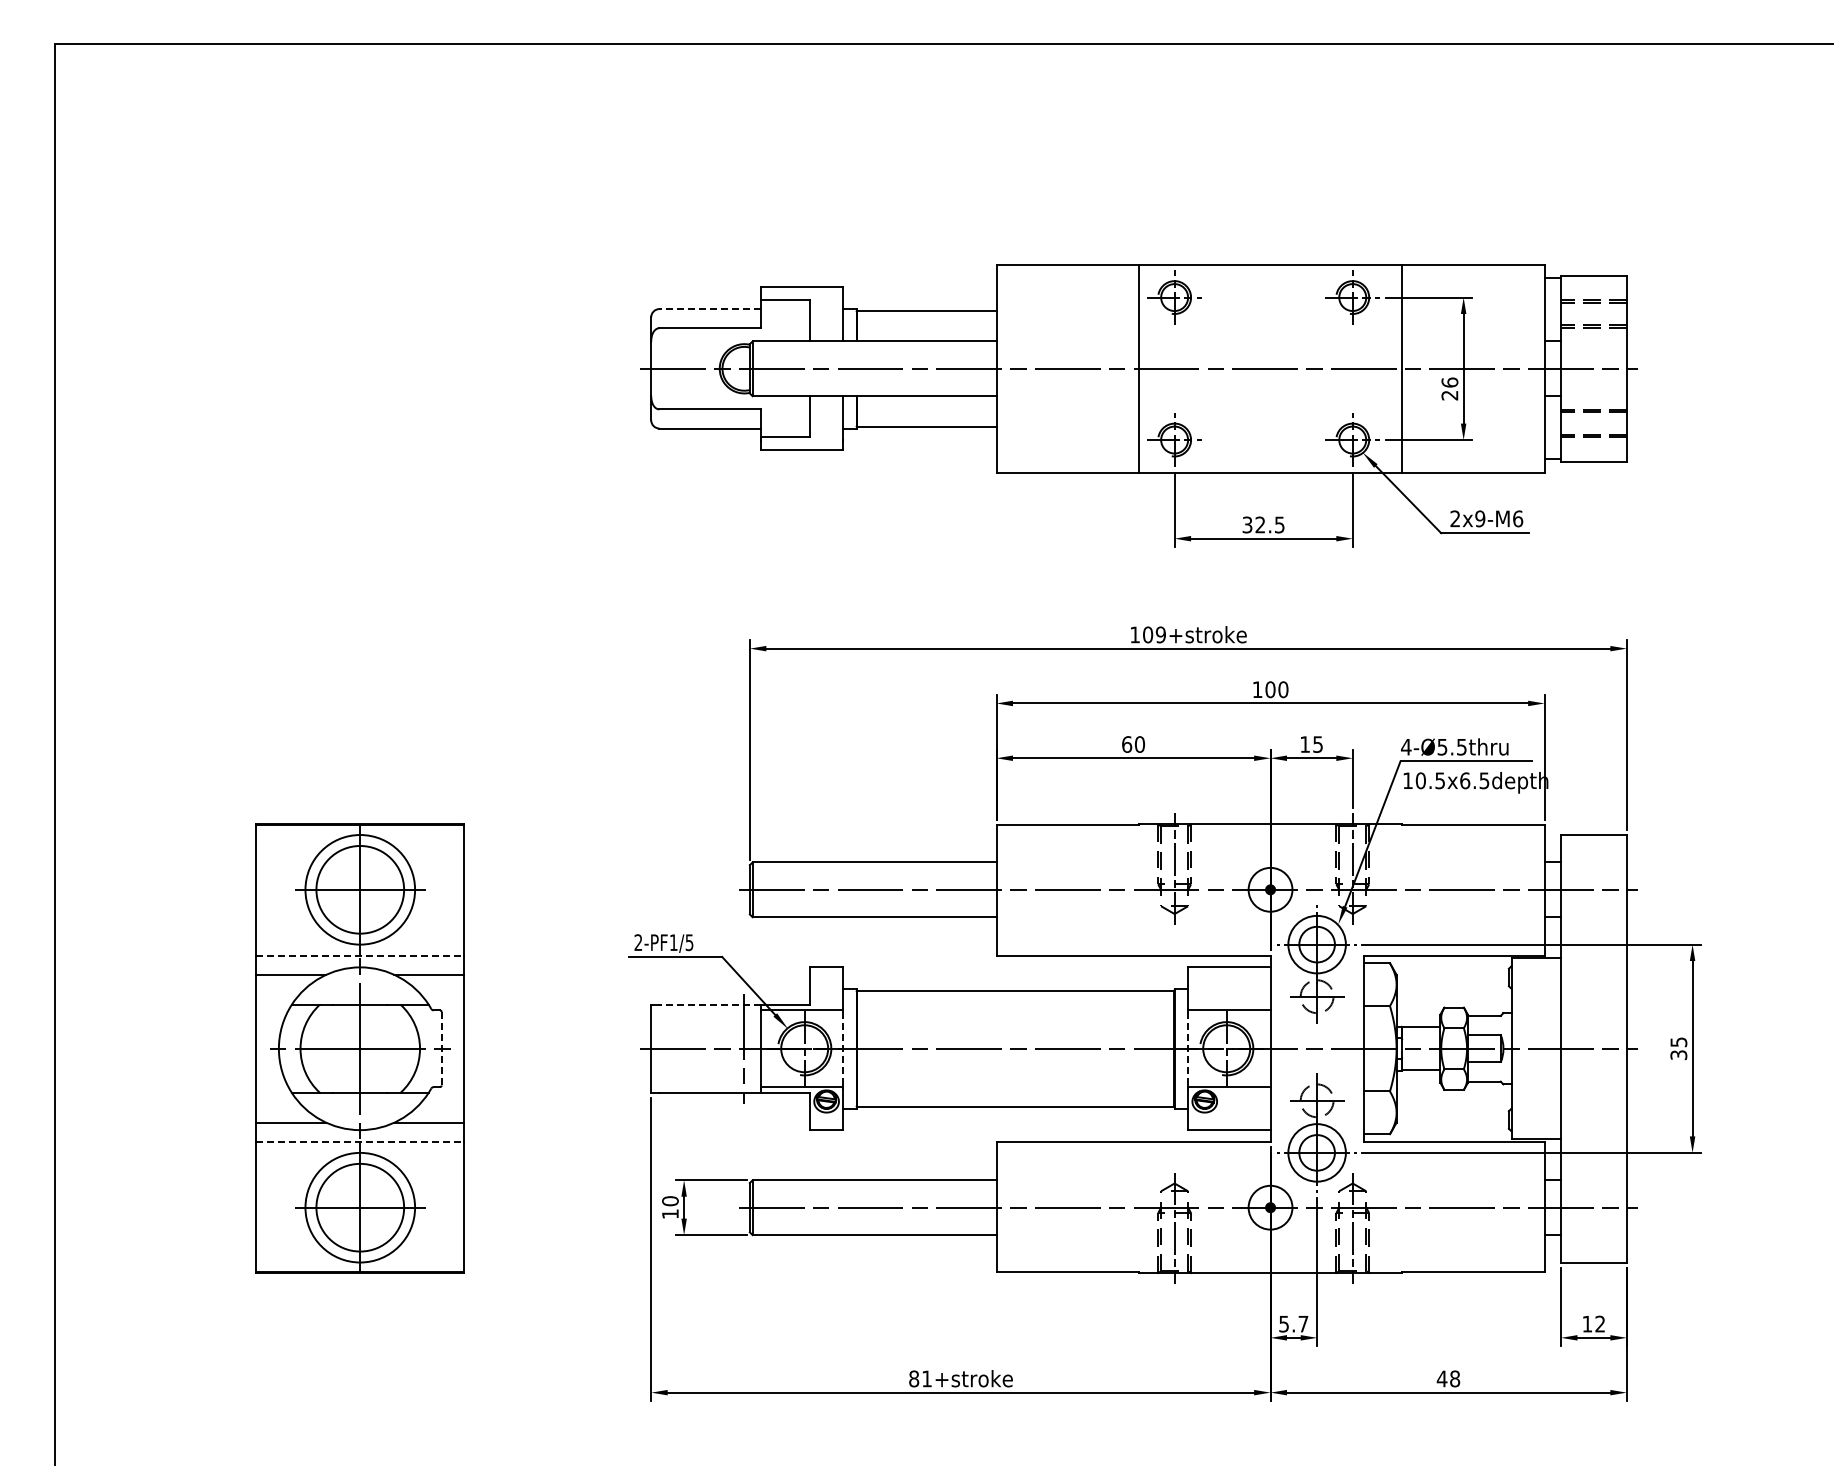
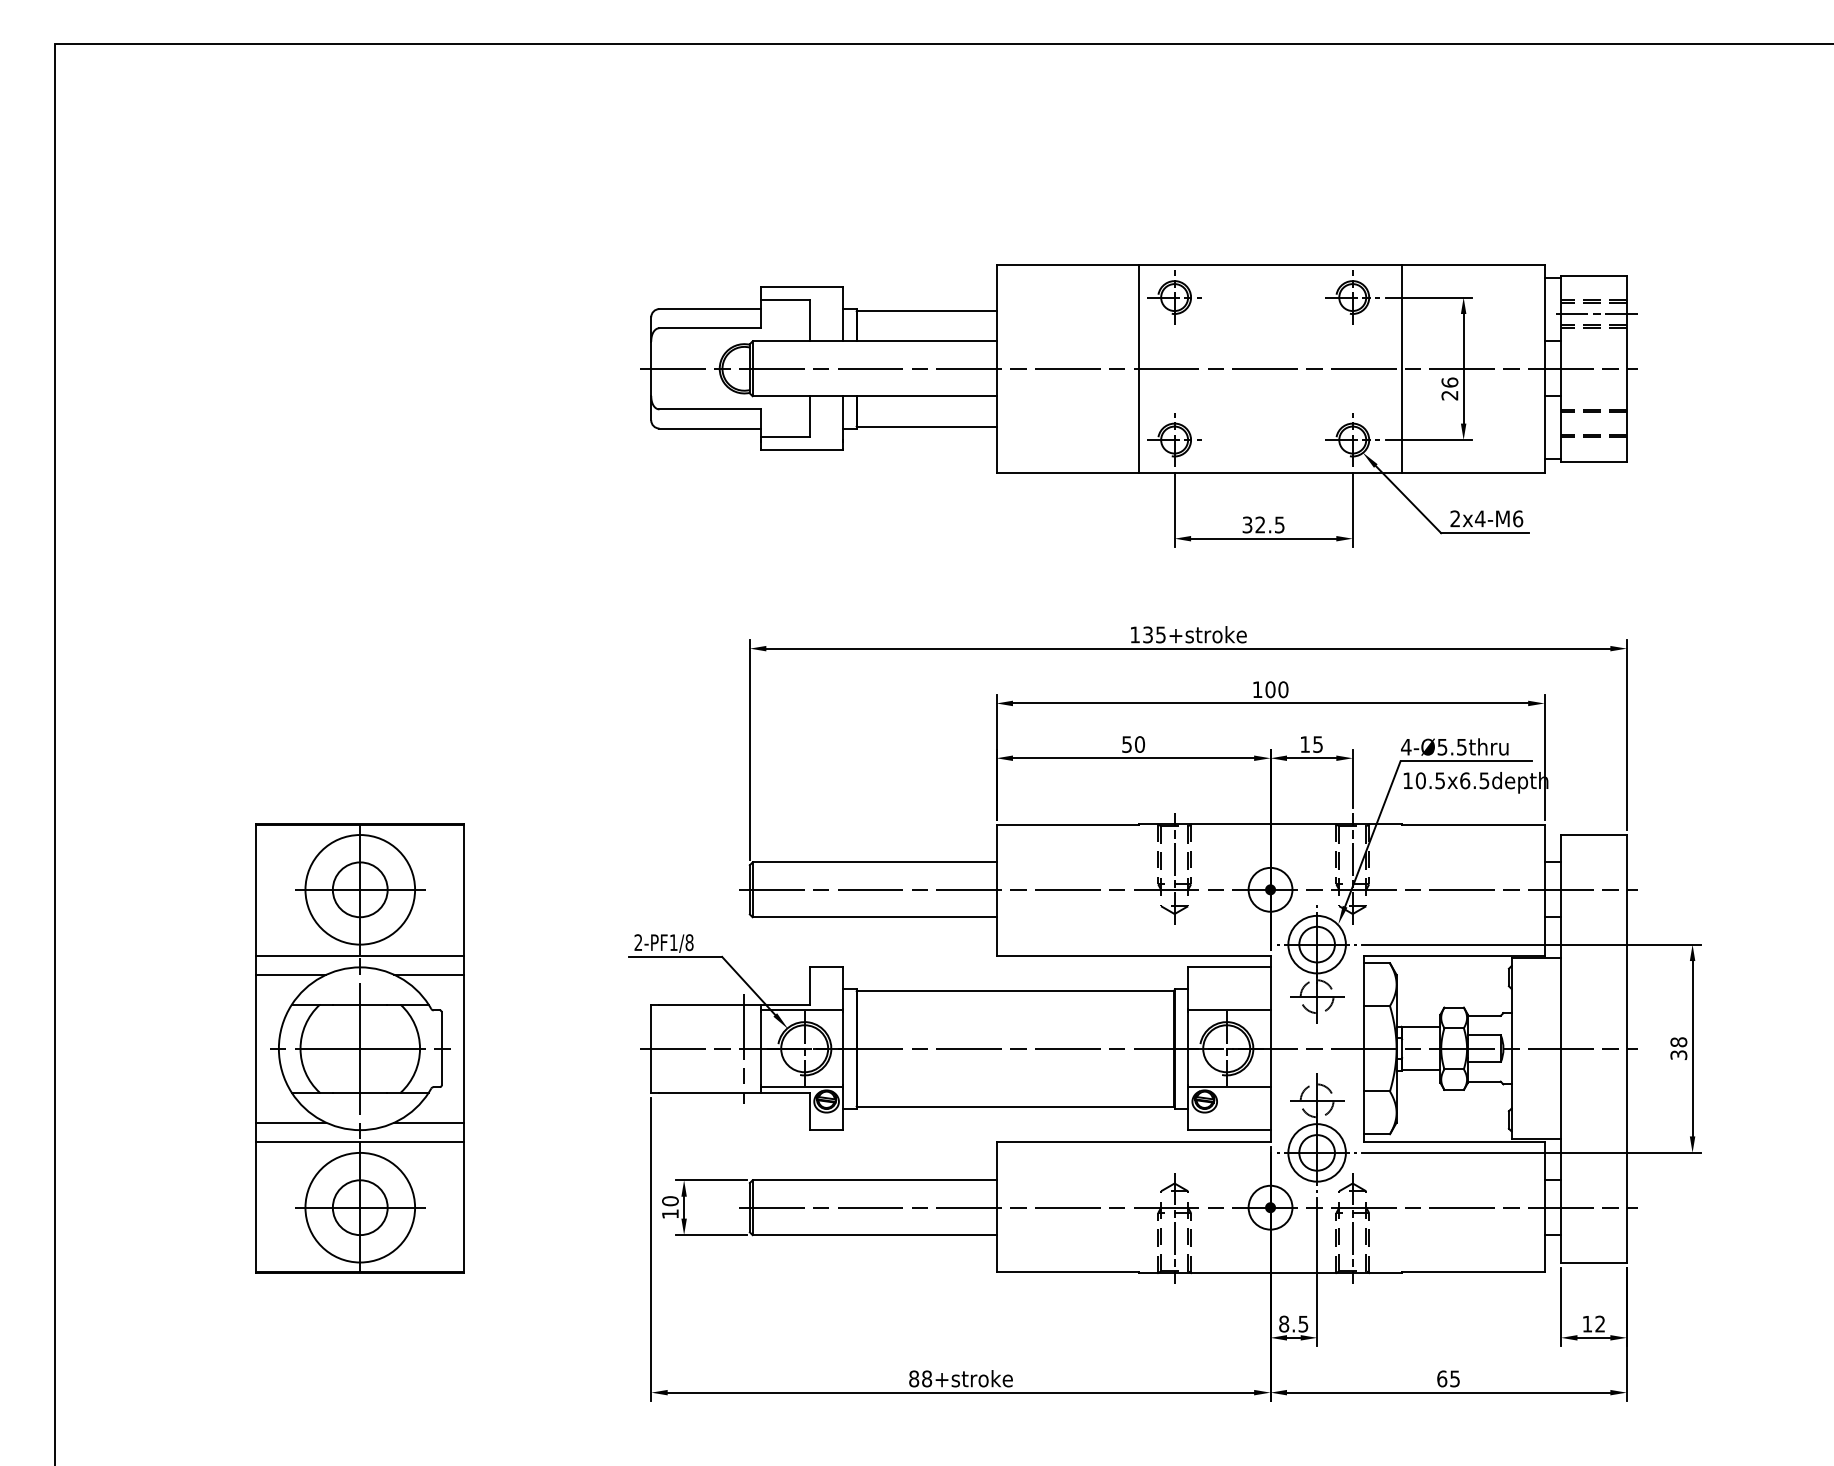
line at (710, 309): dashed -> solid
line at (1596, 314): none -> present
text at (1480, 518): 2x9-M6 -> 2x4-M6
text at (1154, 634): 109+stroke -> 135+stroke
text at (1127, 744): 60 -> 50
circle at (360, 889) diameter: 88 px -> 55 px
text at (689, 942): 2-PF1/5 -> 2-PF1/8
line at (360, 955): dashed -> solid
line at (710, 1004): dashed -> solid
text at (1678, 1042): 35 -> 38
line at (441, 1048): dashed -> solid
line at (843, 1048): dashed -> solid
line at (1188, 1048): dashed -> solid
line at (360, 1141): dashed -> solid
circle at (360, 1207) diameter: 88 px -> 55 px
text at (1293, 1323): 5.7 -> 8.5
text at (927, 1378): 81+stroke -> 88+stroke
text at (1448, 1378): 48 -> 65
